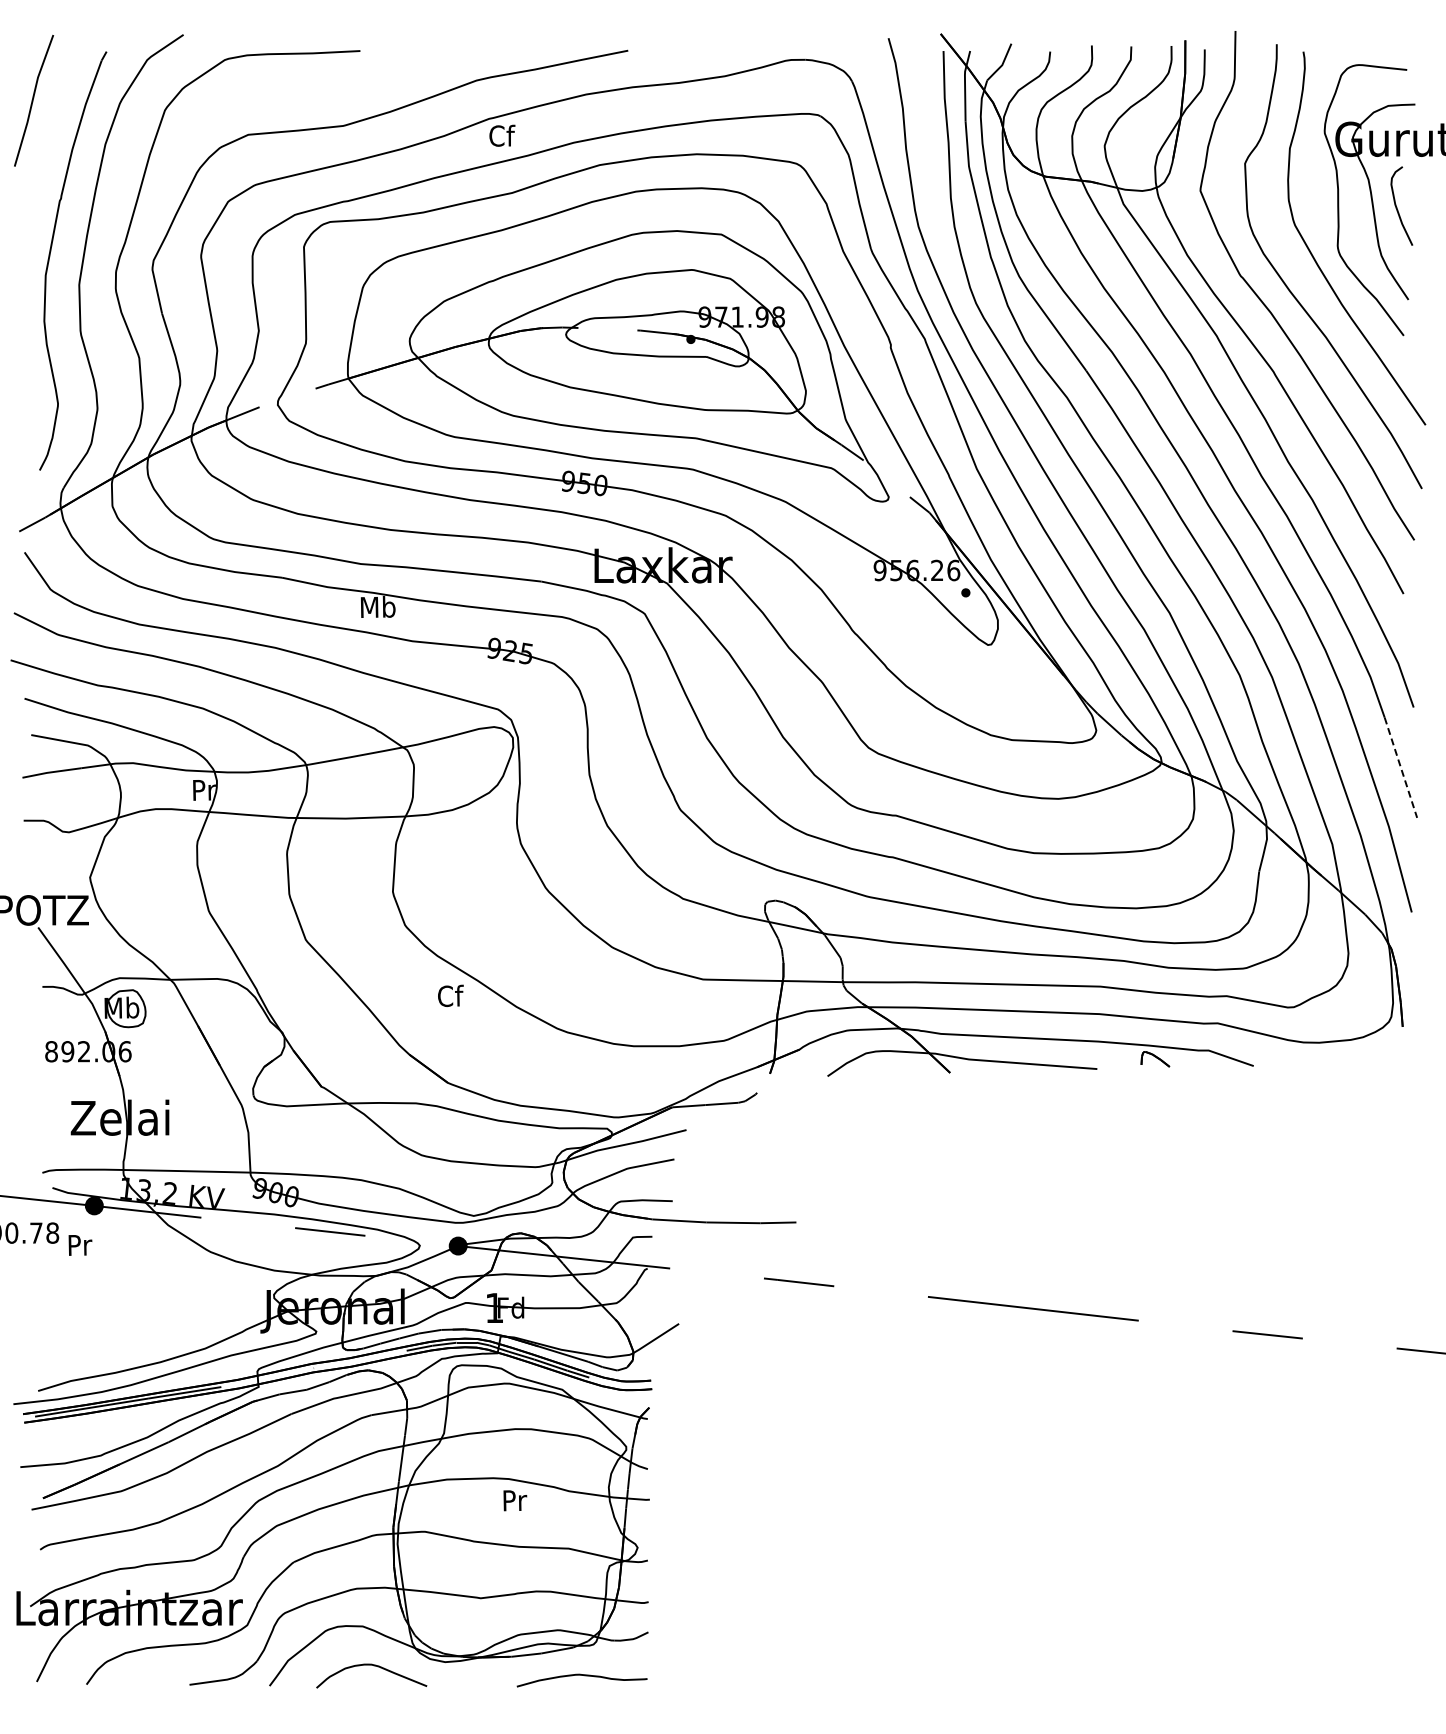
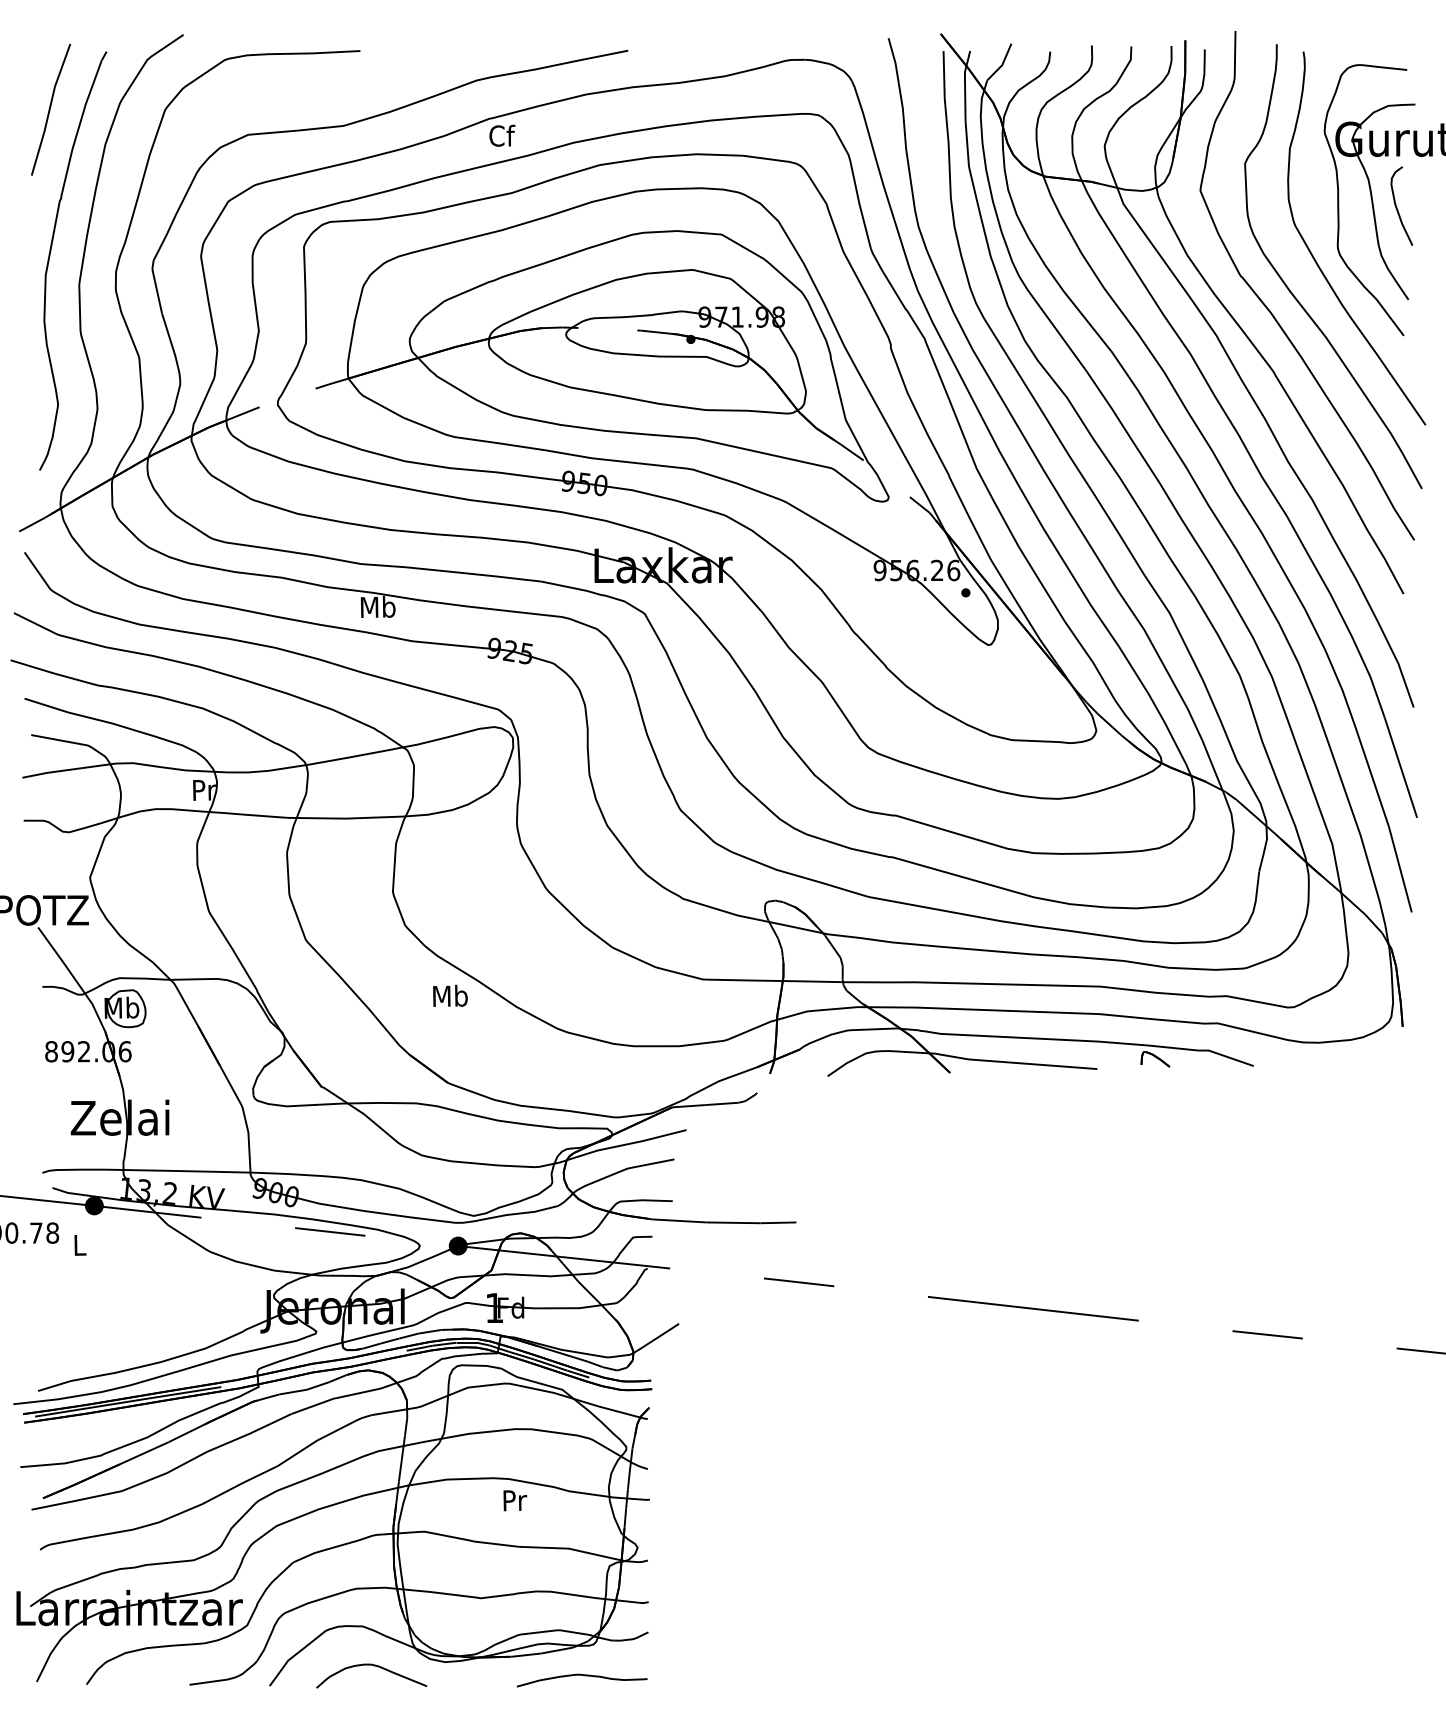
line at (33, 100) position: (33, 100) -> (50, 109)
line at (1400, 767): dashed -> solid
text at (450, 995): Cf -> Mb
text at (80, 1245): Pr -> L
